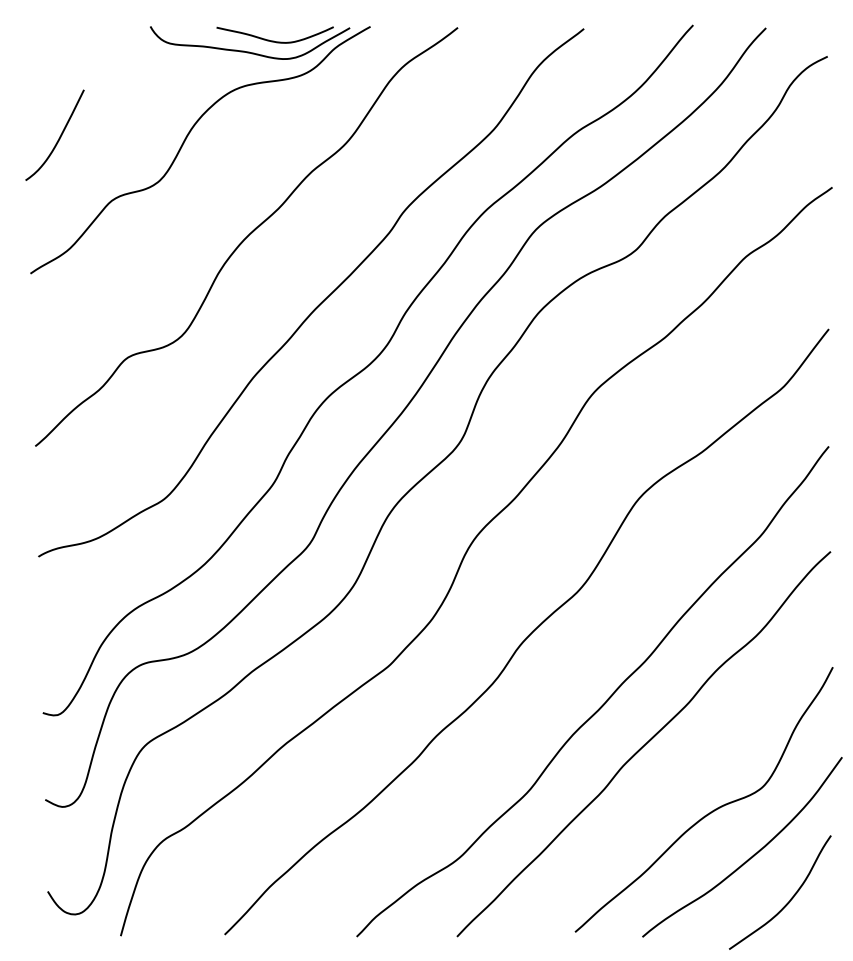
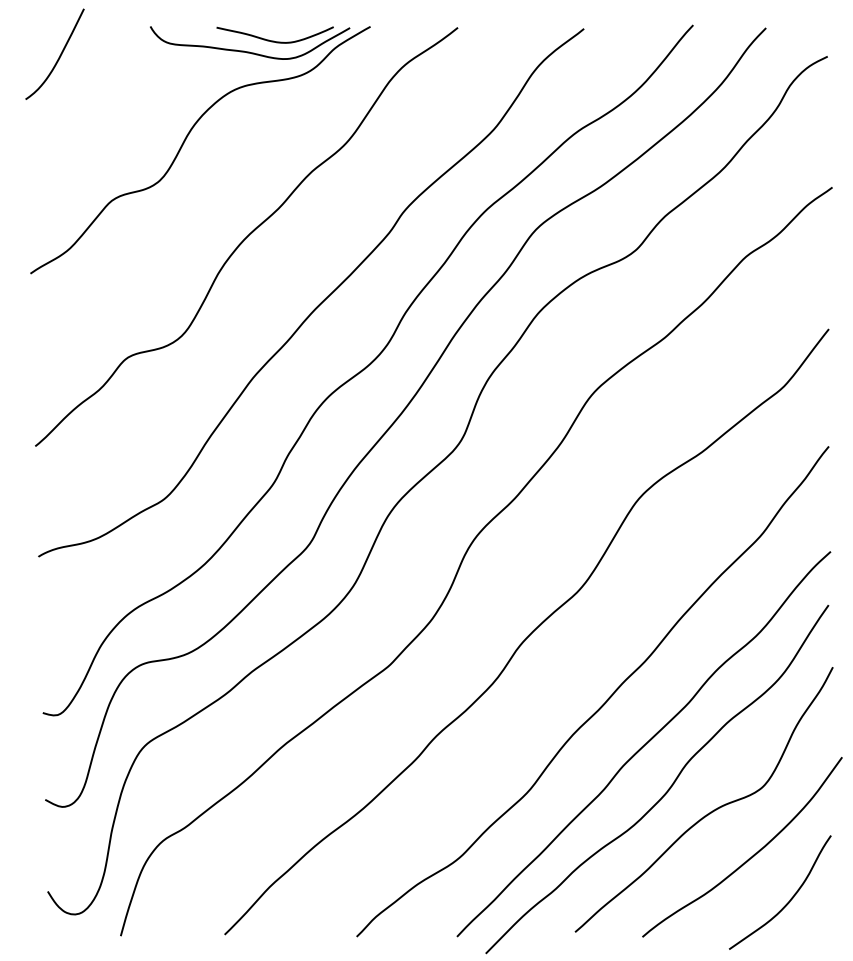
curve at (59, 136) position: (59, 136) -> (59, 55)
curve at (667, 789): none -> present
